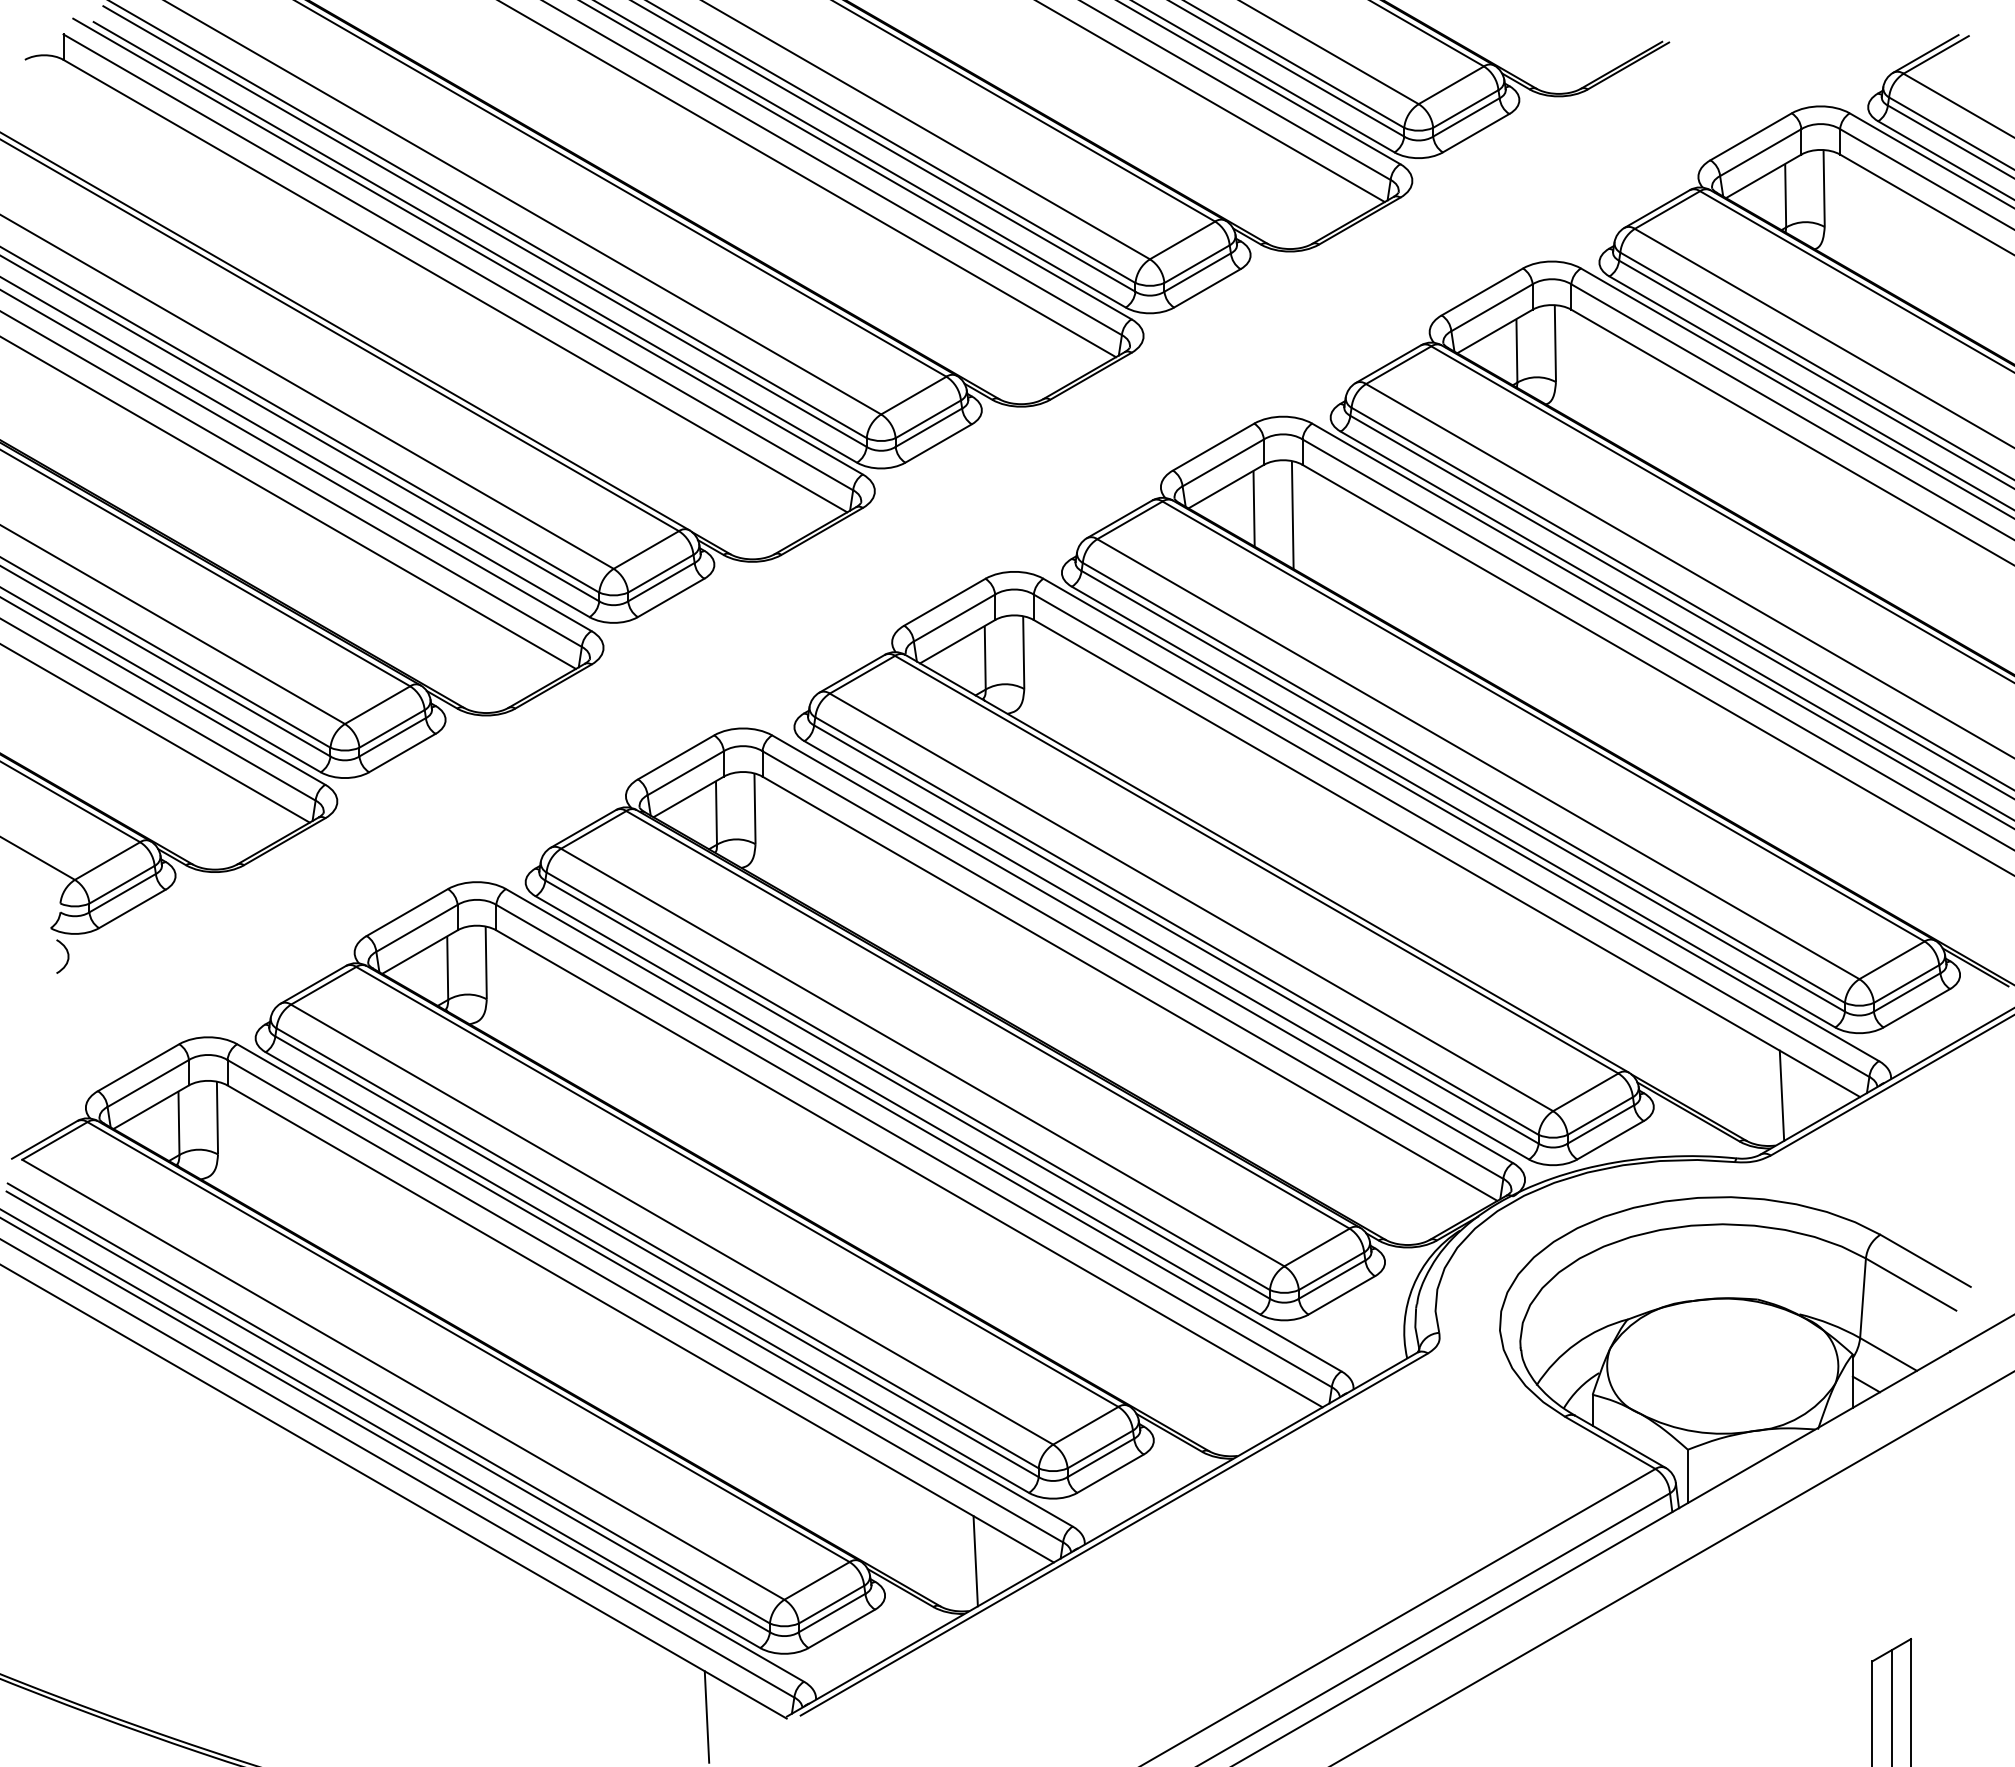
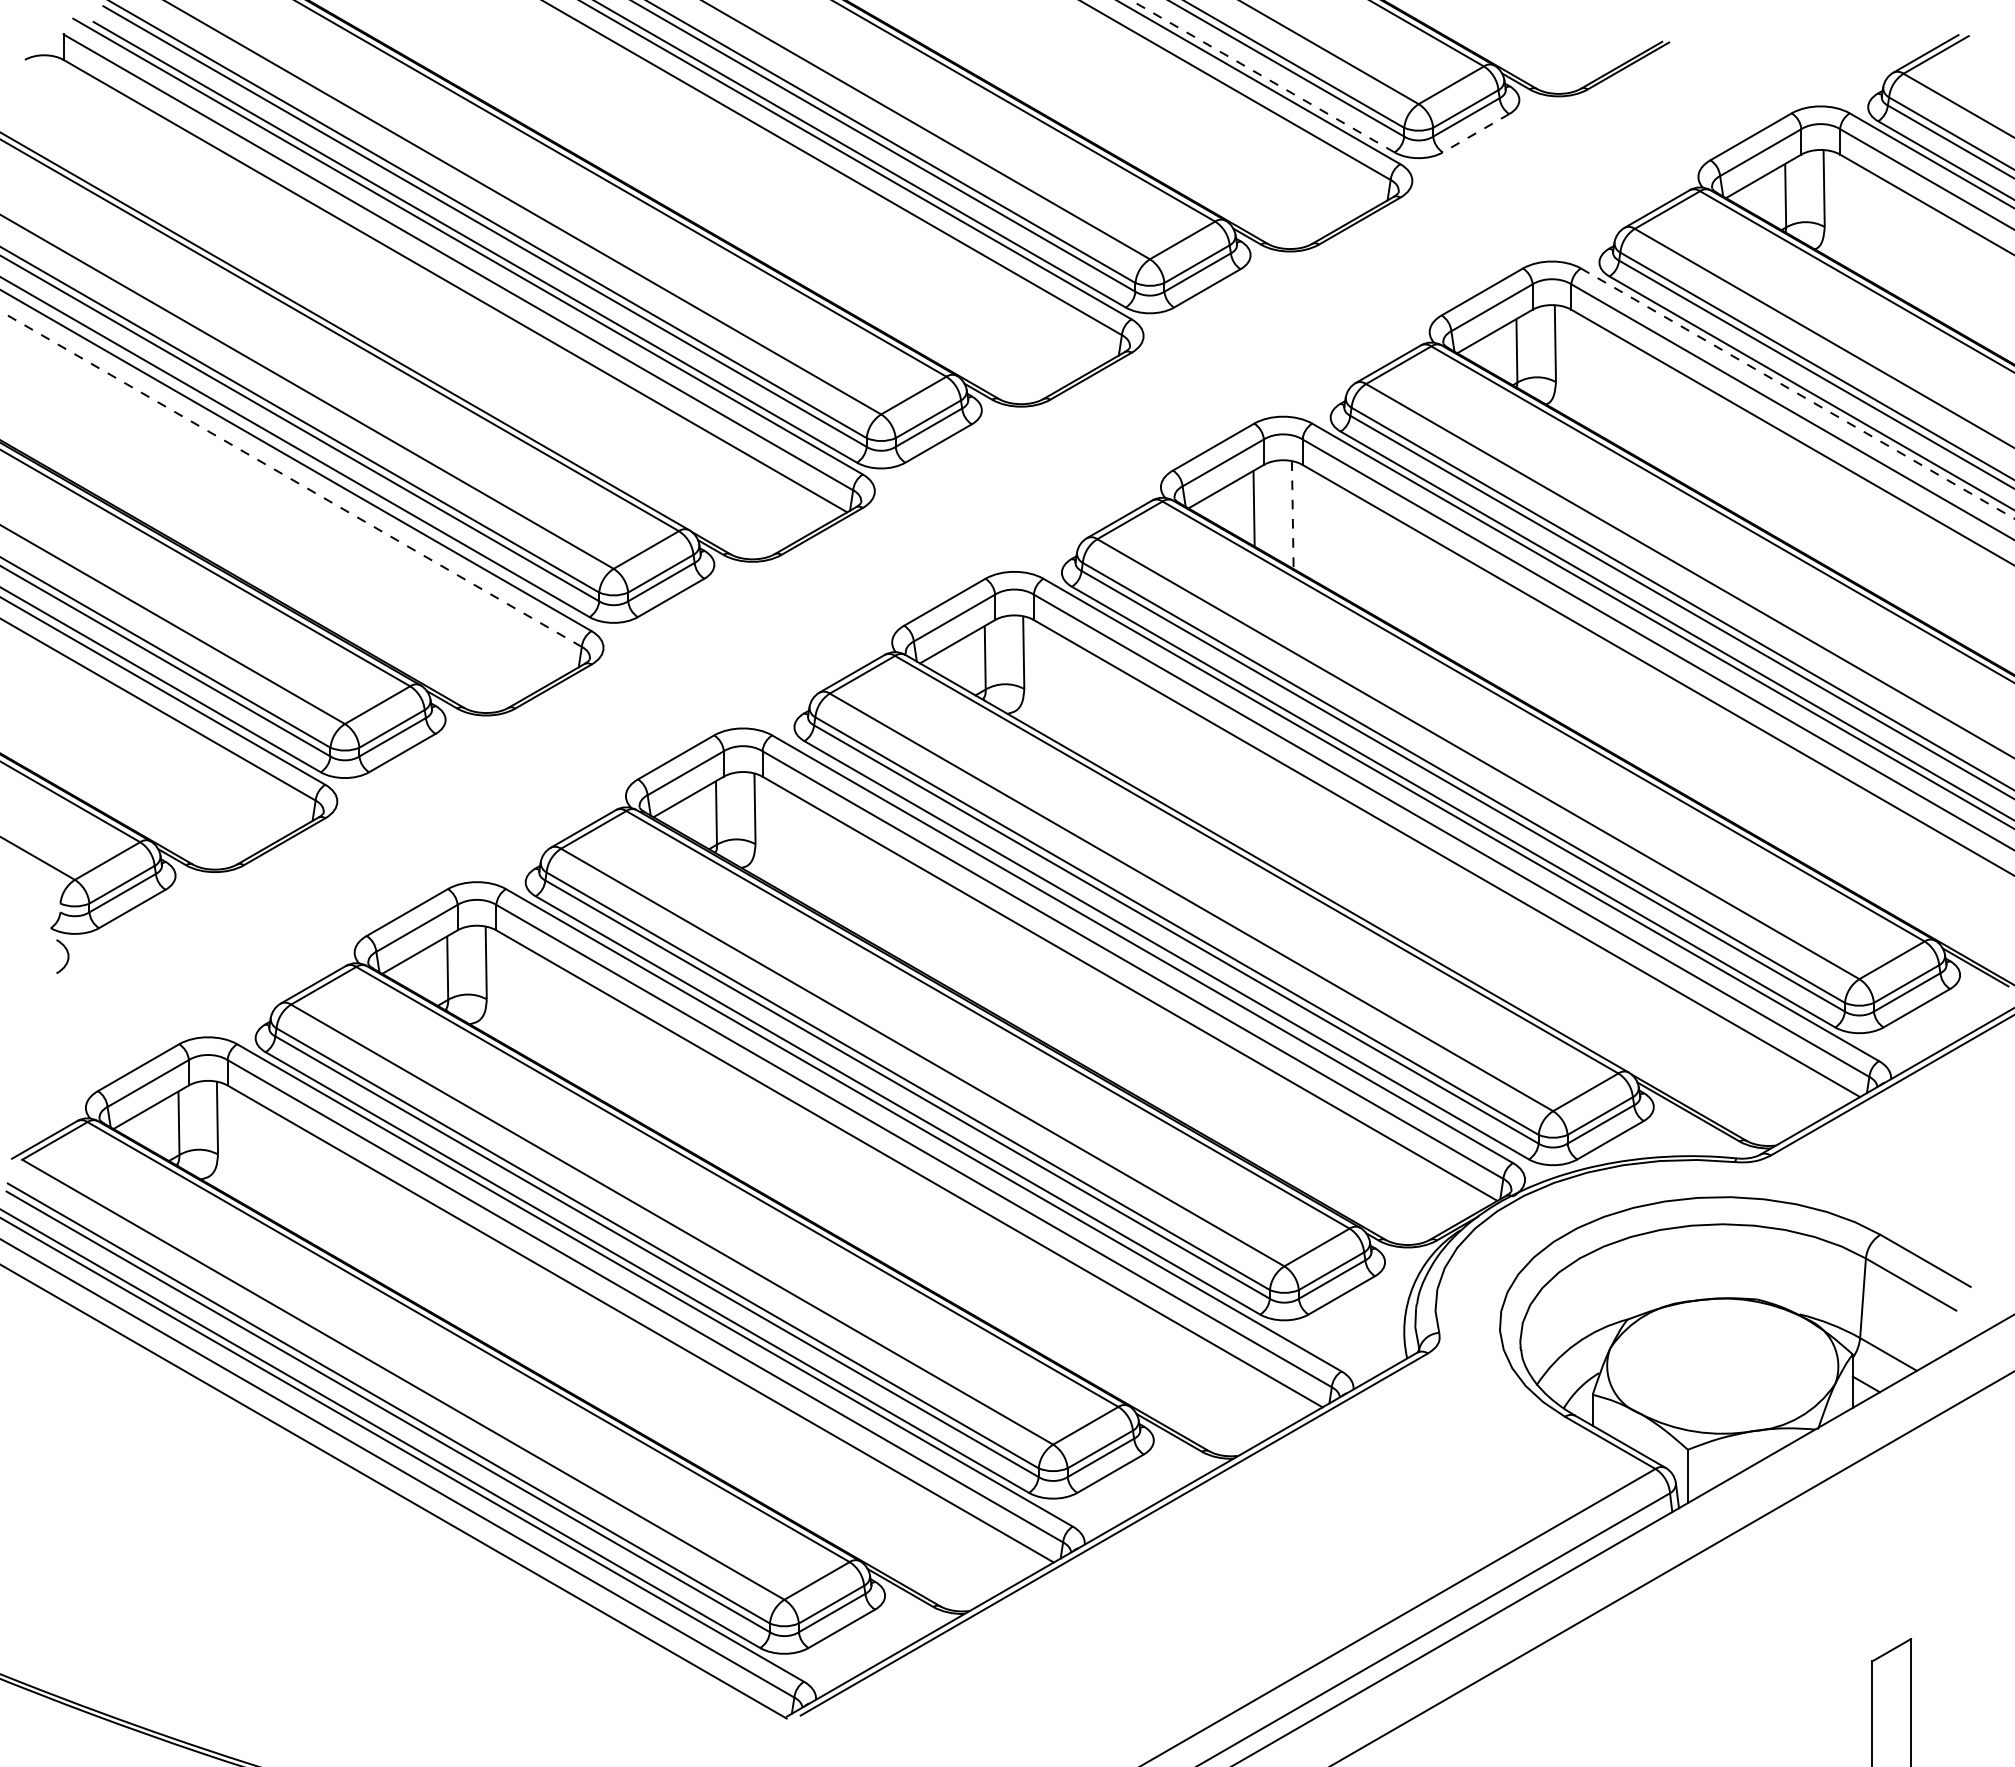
line at (1262, 75): solid -> dashed
line at (1211, 102): present -> none
line at (1475, 133): solid -> dashed
line at (808, 179): present -> none
line at (1798, 393): solid -> dashed
line at (290, 479): solid -> dashed
line at (288, 502): present -> none
line at (1292, 514): solid -> dashed
line at (155, 733): present -> none
line at (1781, 1095): present -> none
line at (975, 1561): present -> none
line at (1891, 1706): present -> none
line at (706, 1716): present -> none
